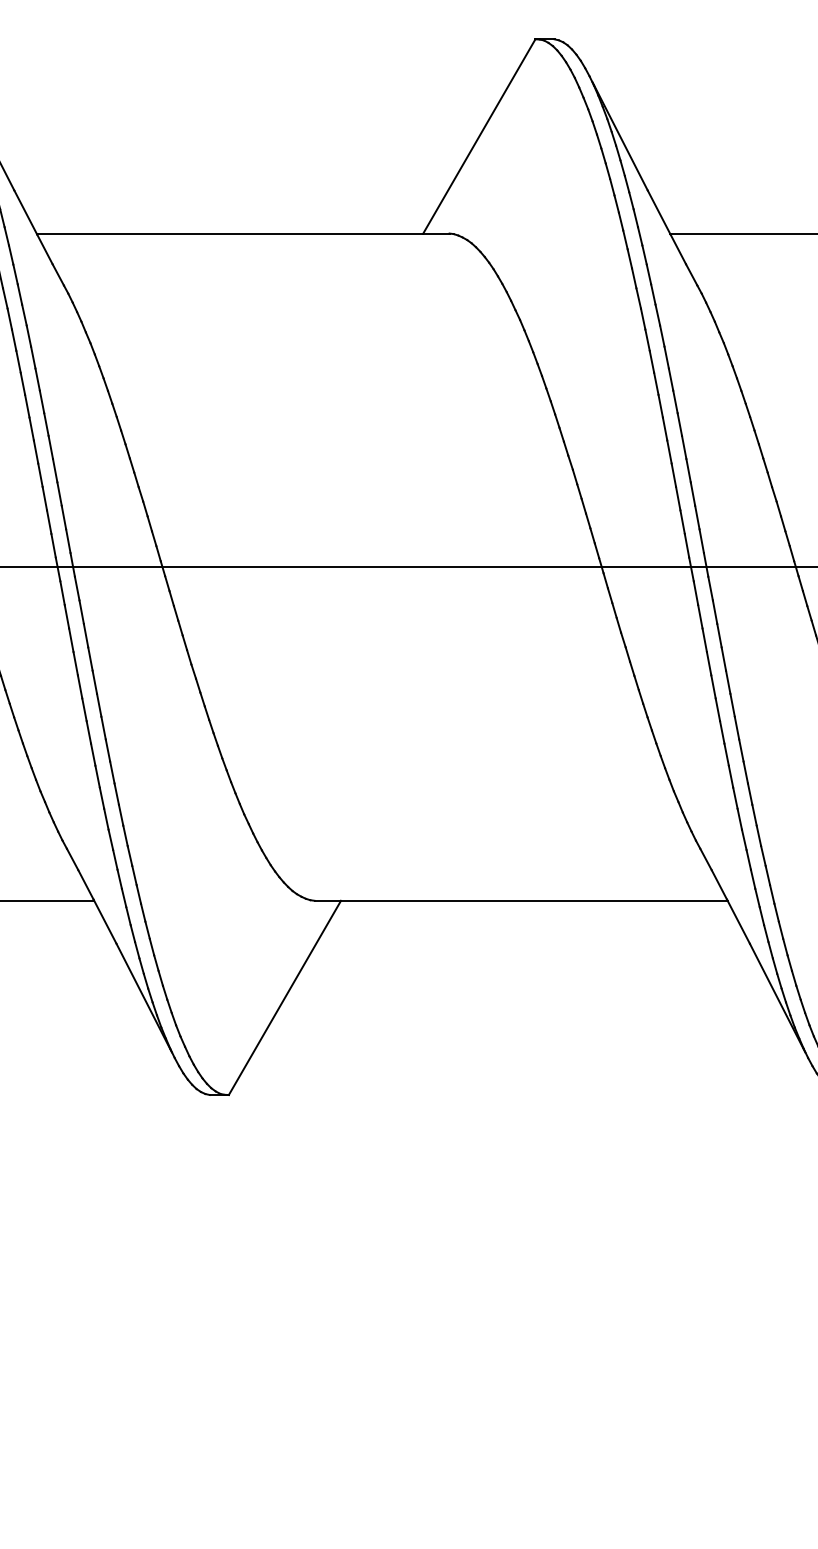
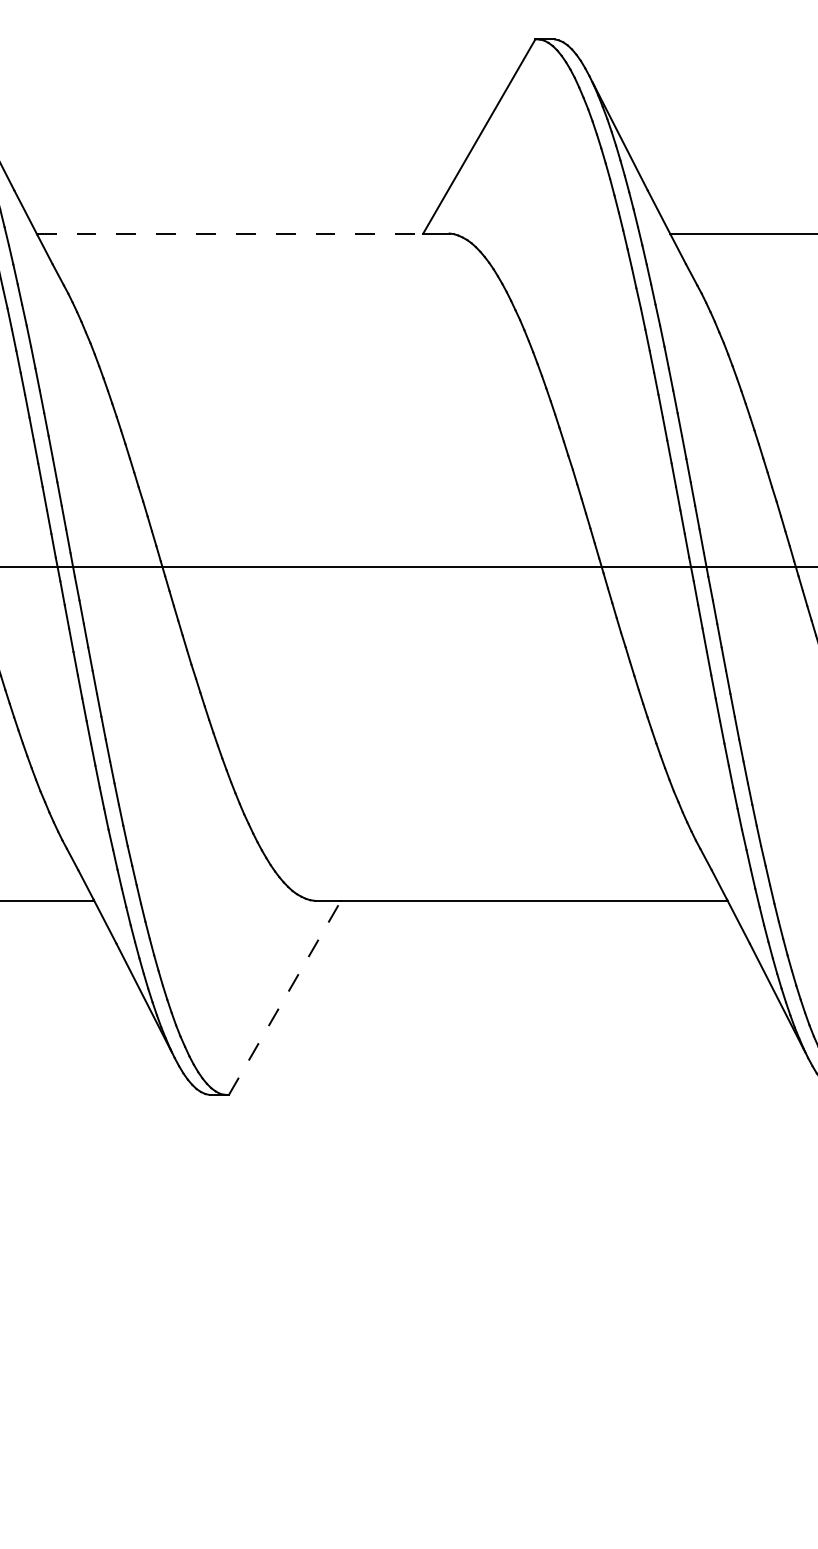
line at (230, 233): solid -> dashed
line at (285, 997): solid -> dashed
